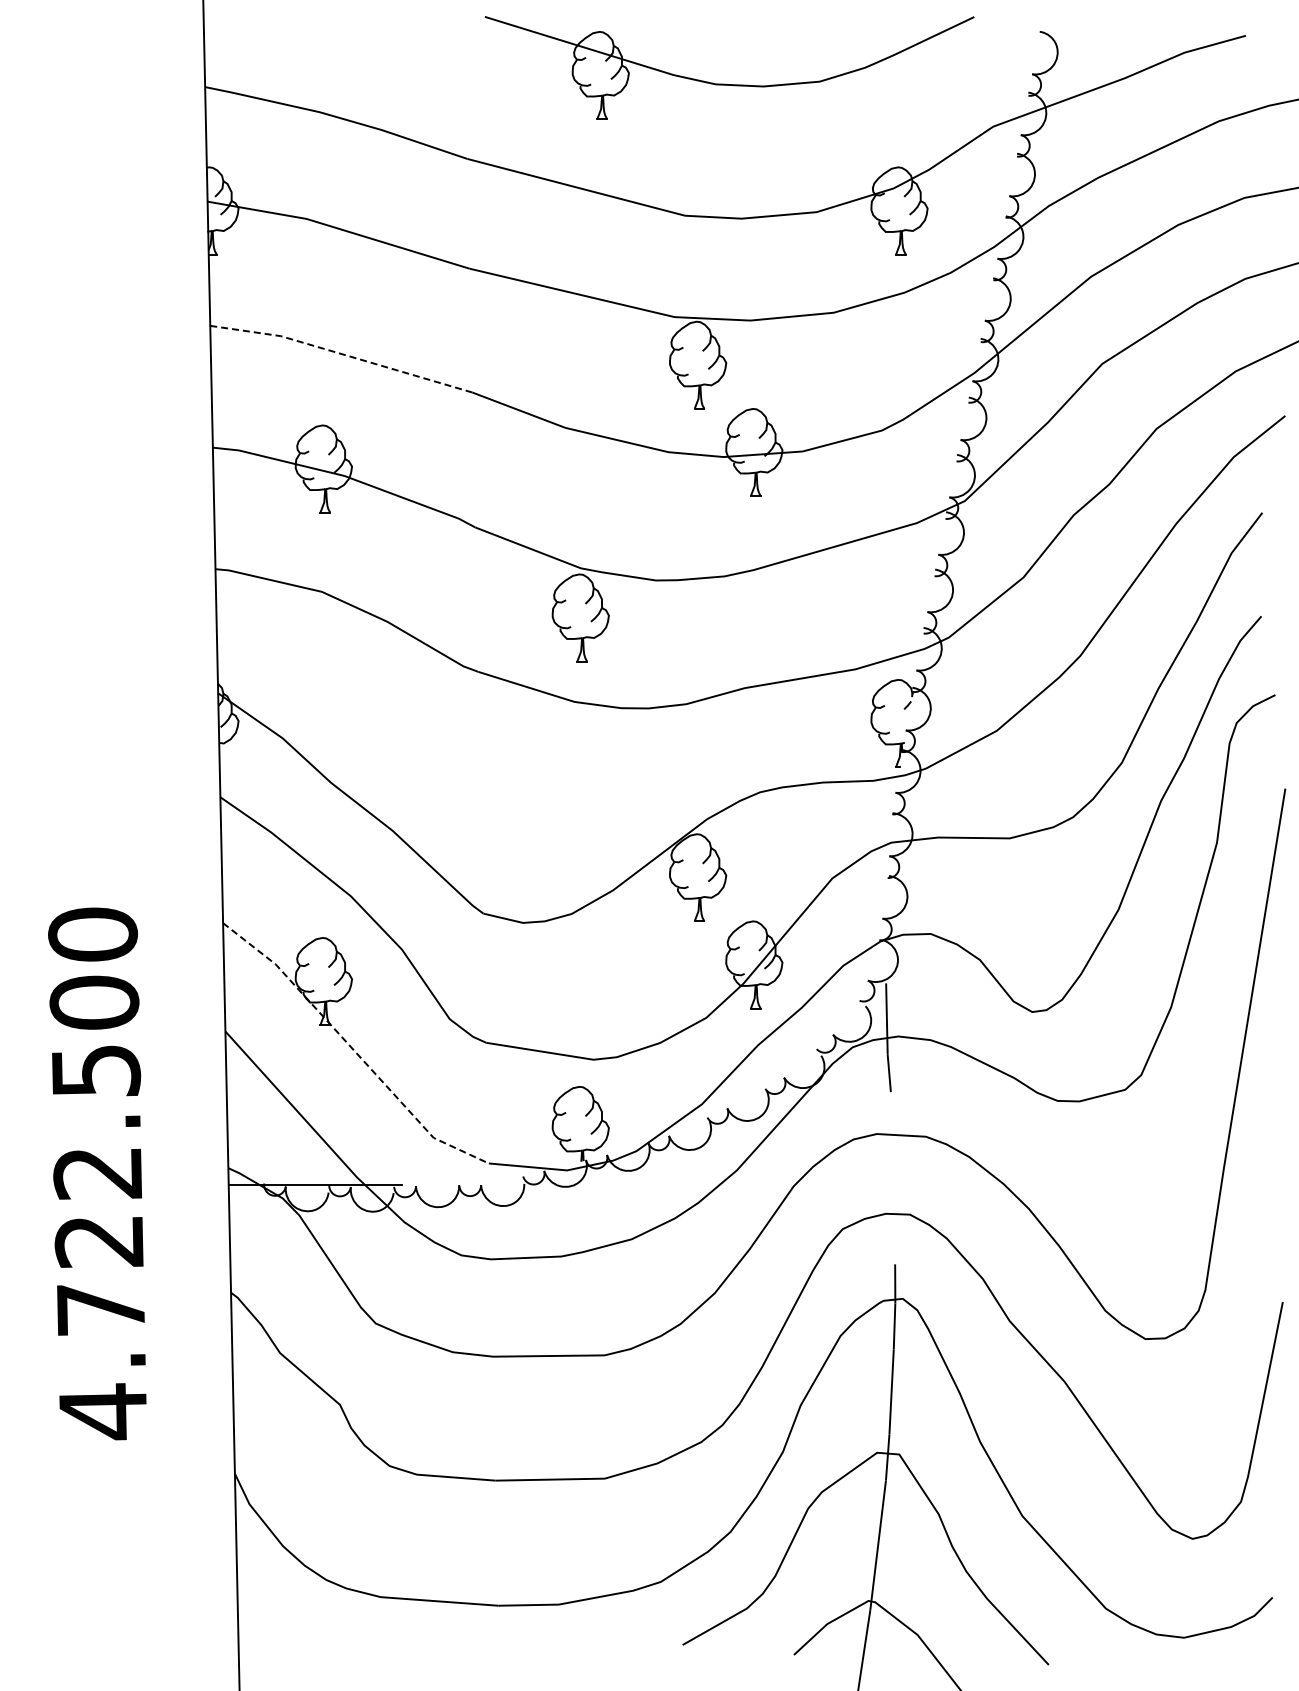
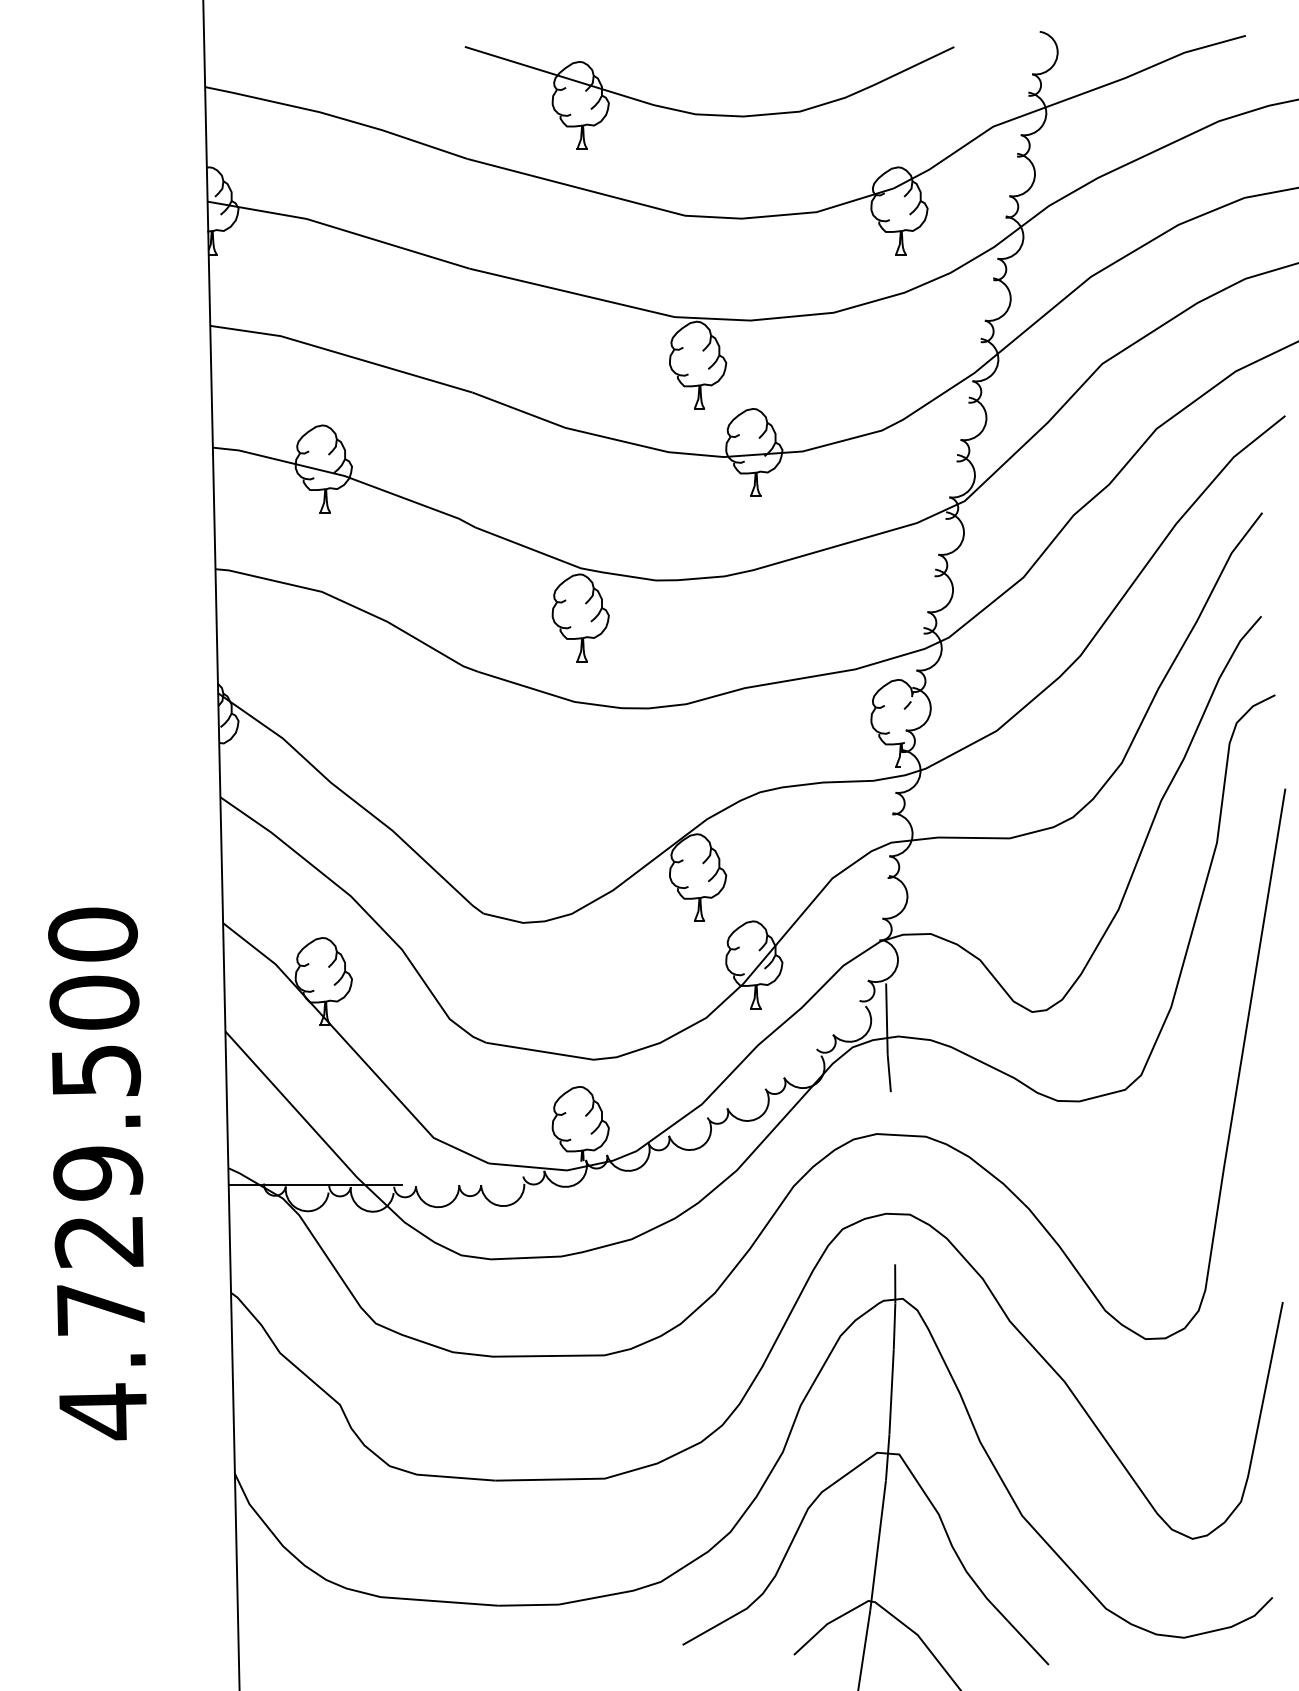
part at (725, 83) position: (725, 83) -> (705, 113)
line at (341, 353): dashed -> solid
line at (353, 1049): dashed -> solid
text at (98, 1173): 4.722.500 -> 4.729.500
